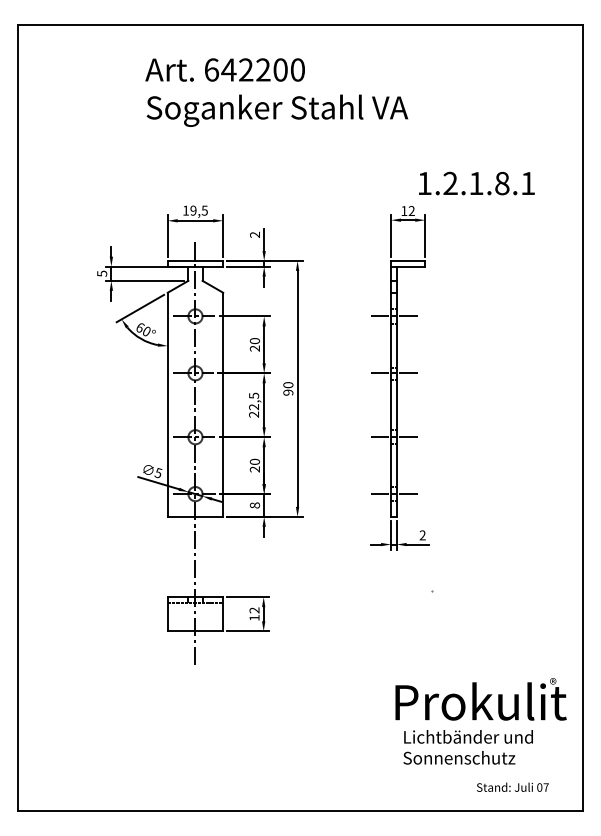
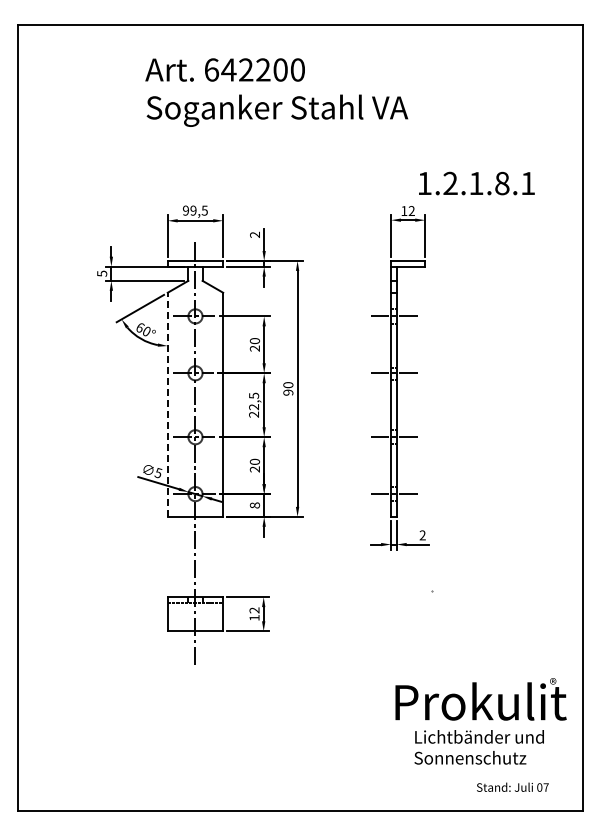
text at (185, 210): 19,5 -> 99,5
line at (167, 404): solid -> dashed
text at (467, 747) position: (467, 747) -> (478, 747)
